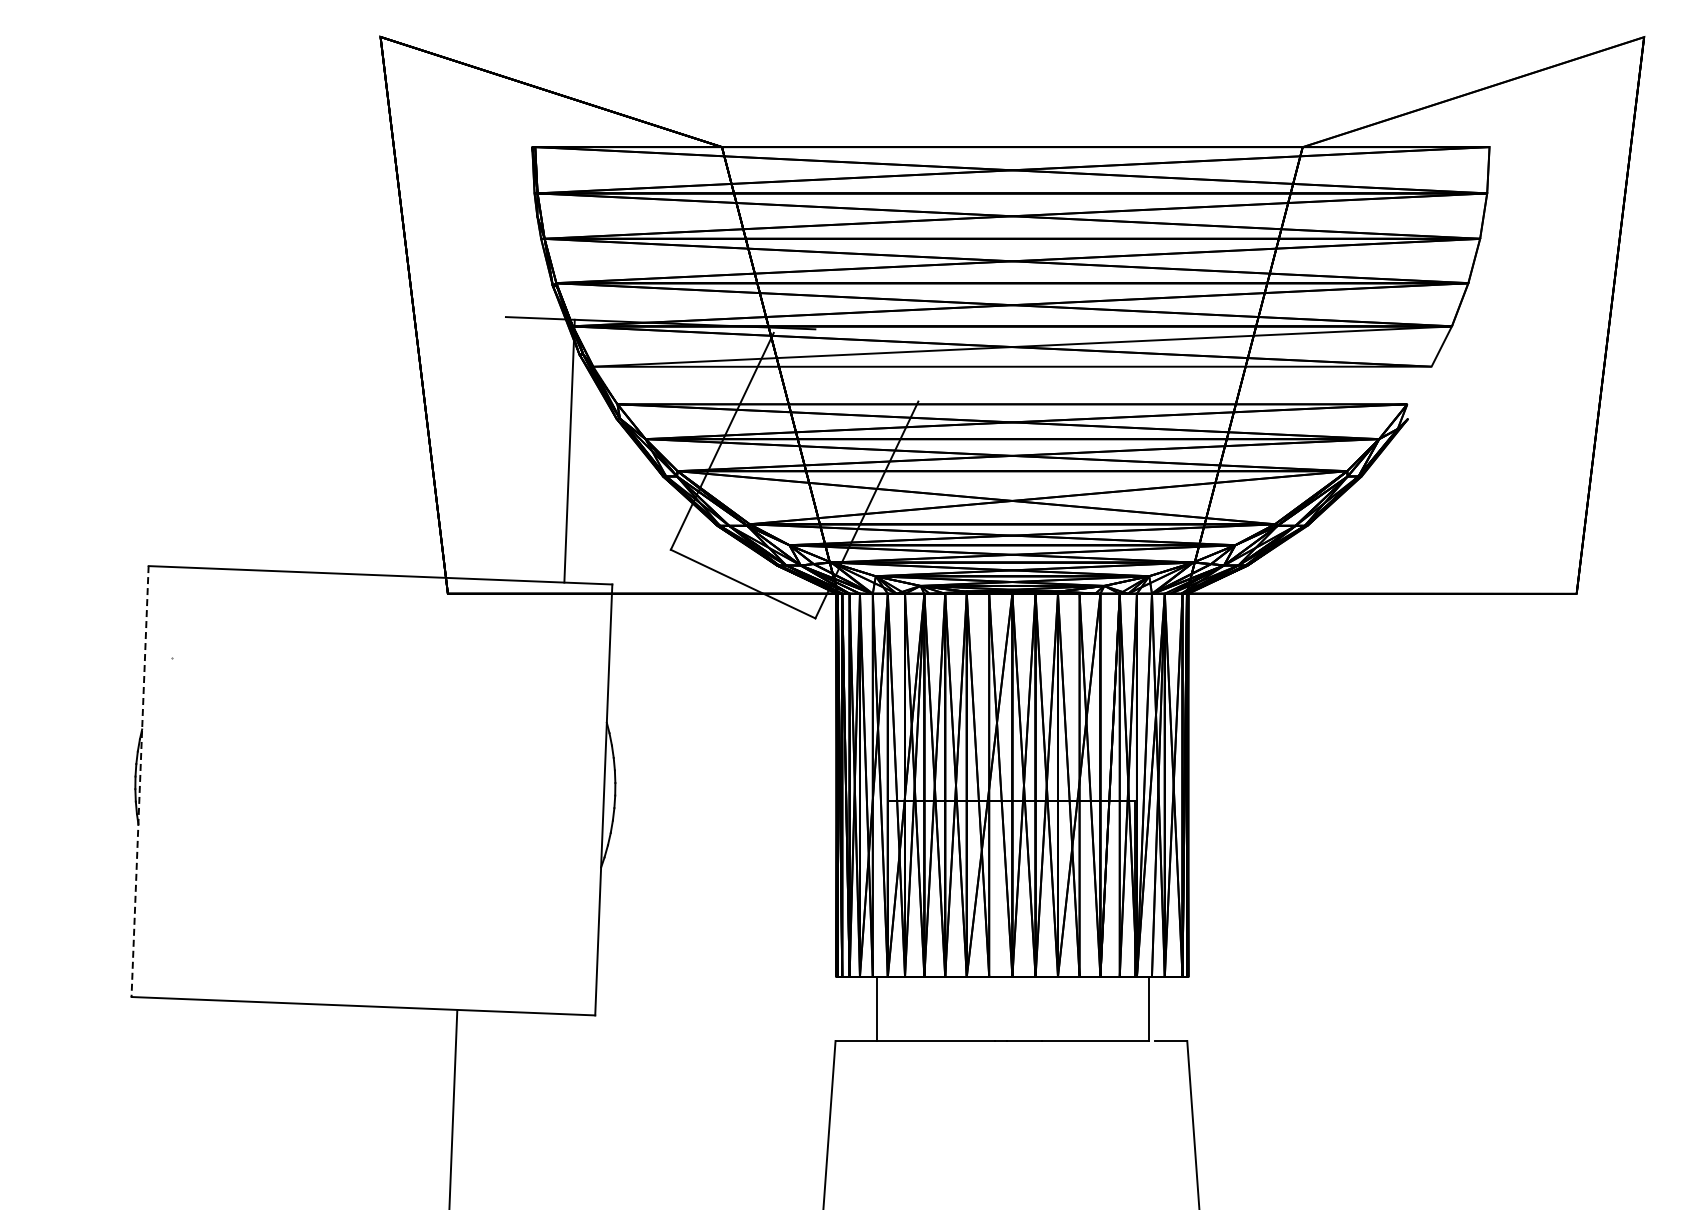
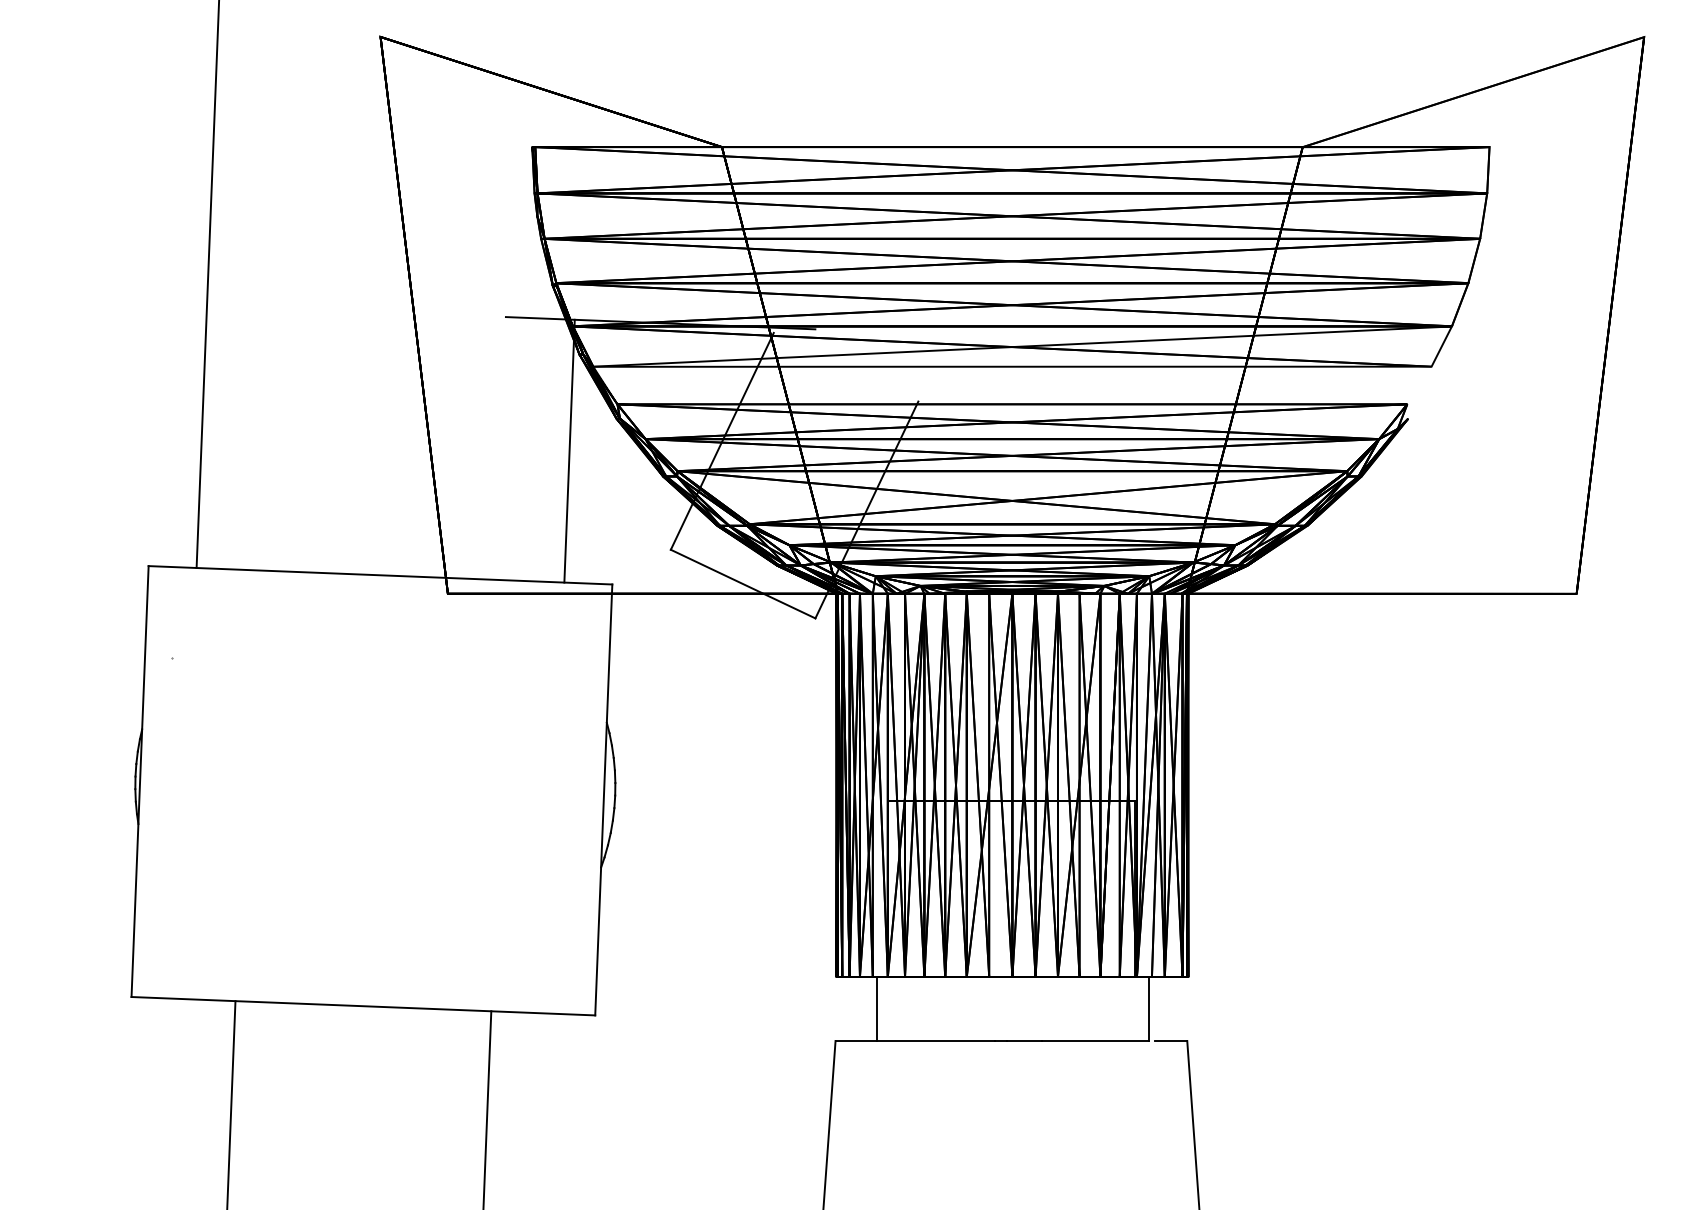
line at (207, 284): none -> present
line at (140, 781): dashed -> solid
line at (231, 1103): none -> present
line at (453, 1108) position: (453, 1108) -> (487, 1108)
